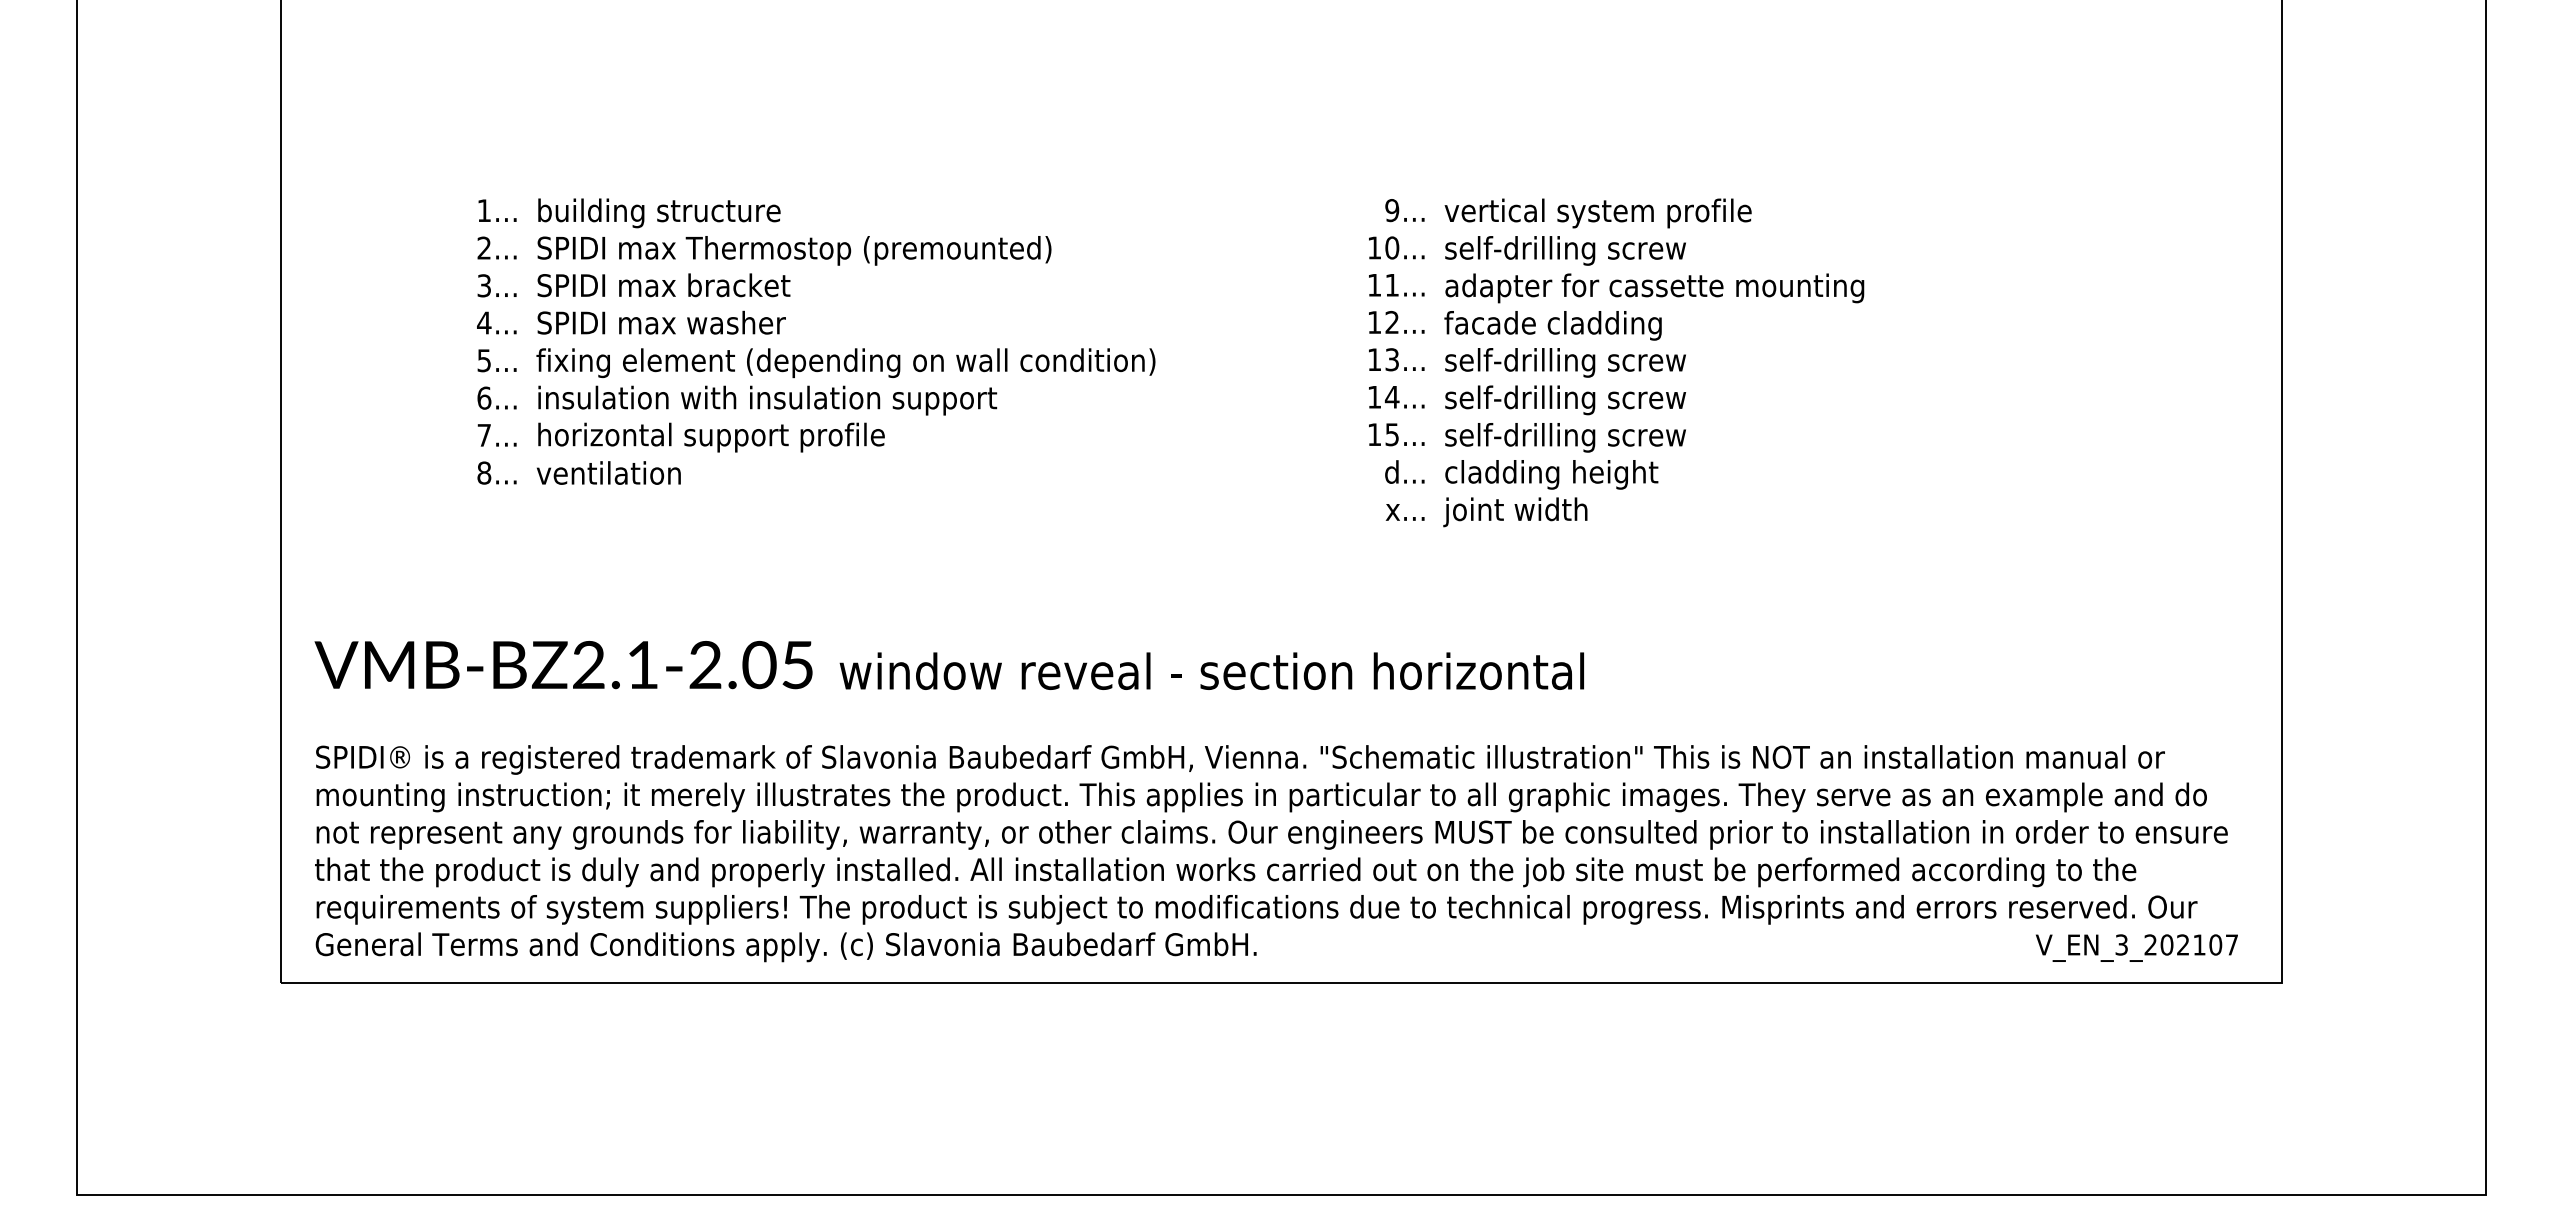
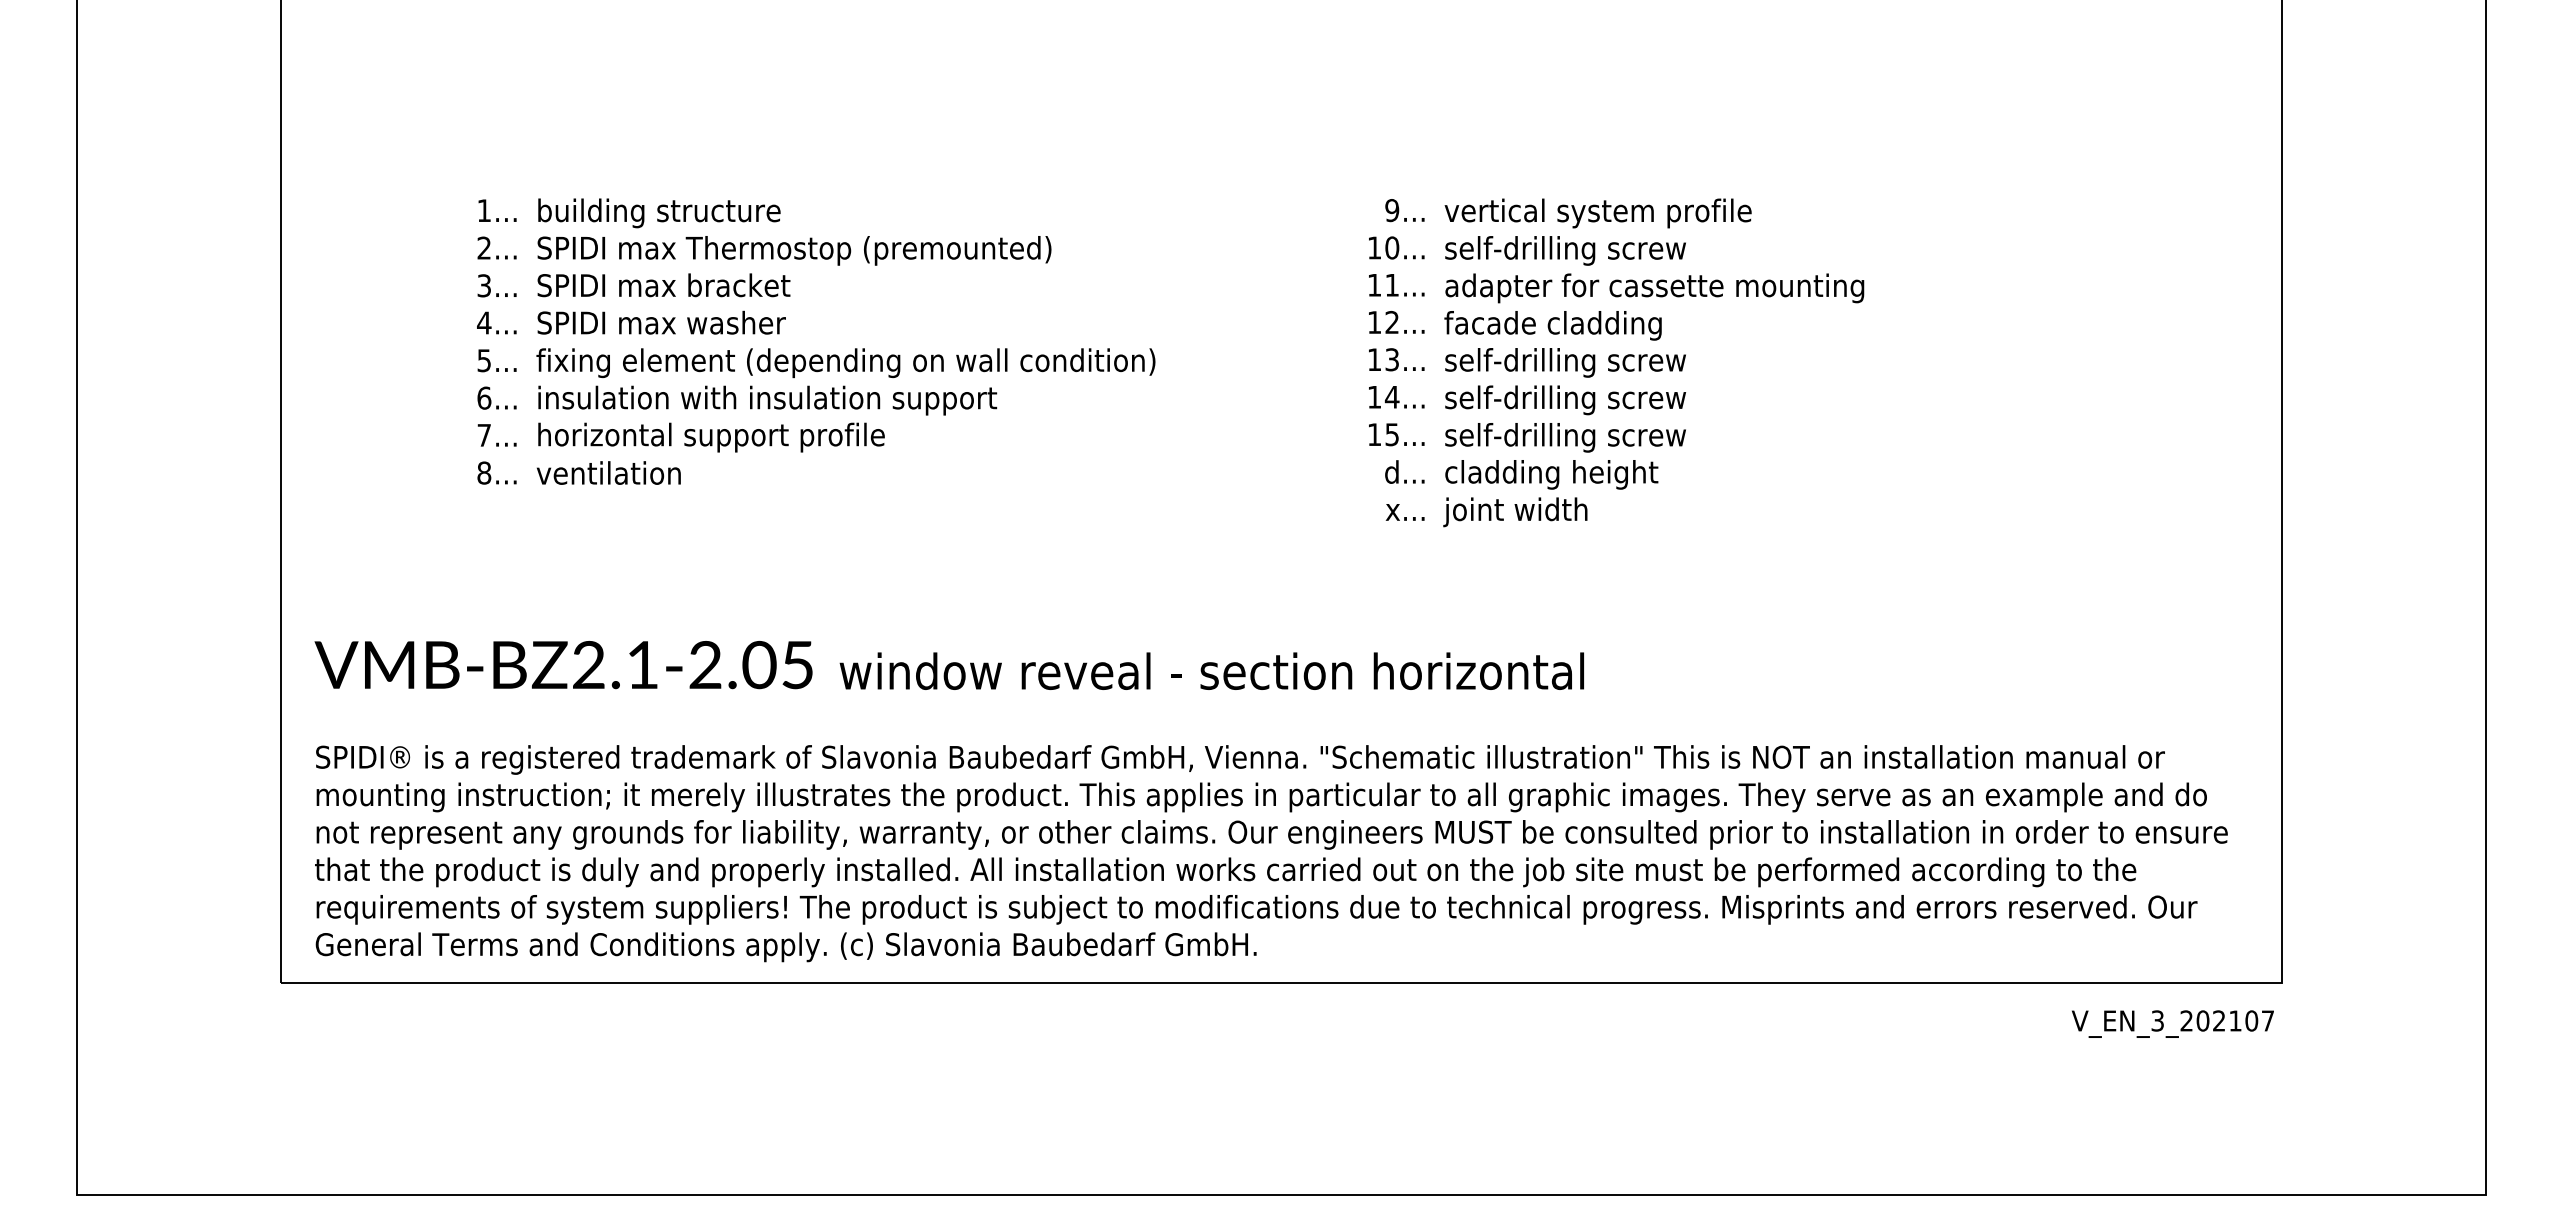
text at (2136, 947) position: (2136, 947) -> (2172, 1023)
